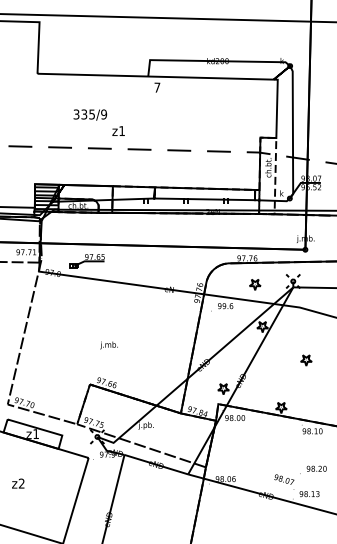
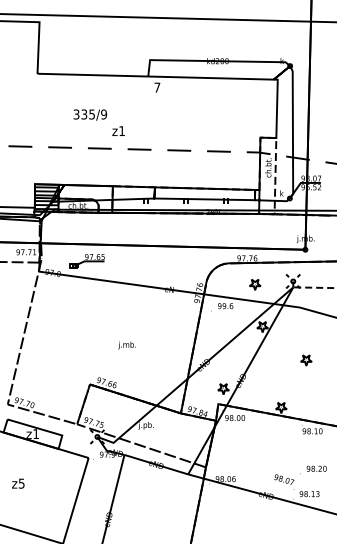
line at (314, 287): solid -> dashed
text at (108, 345) position: (108, 345) -> (126, 345)
text at (21, 483): z2 -> z5
